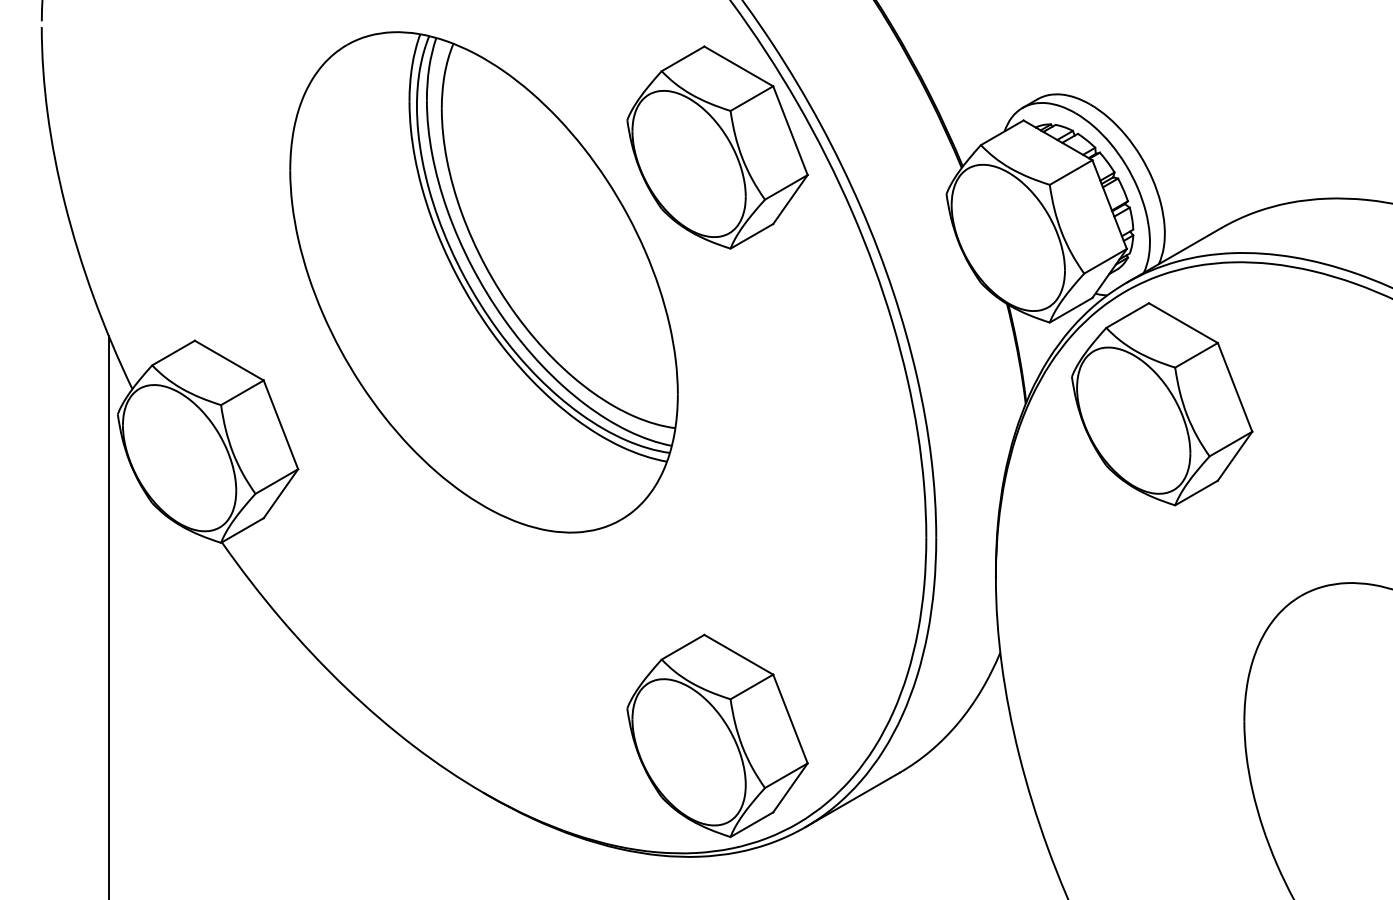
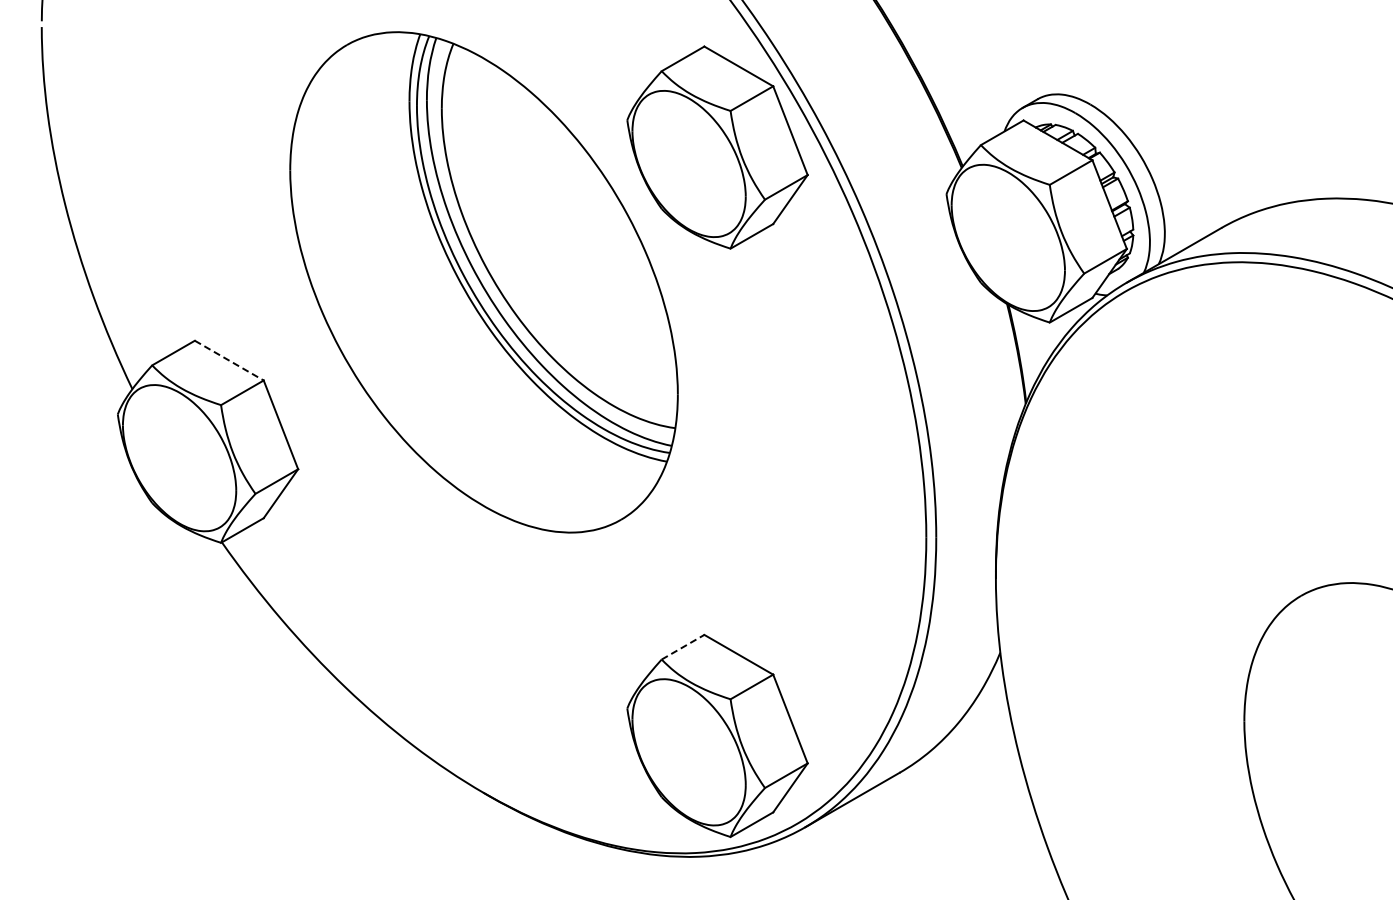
line at (229, 360): solid -> dashed
part at (1162, 404): present -> none
line at (108, 616): present -> none
line at (683, 647): solid -> dashed
